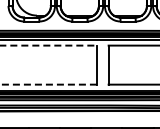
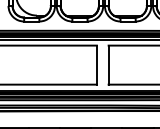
line at (49, 45): dashed -> solid
line at (48, 84): dashed -> solid
